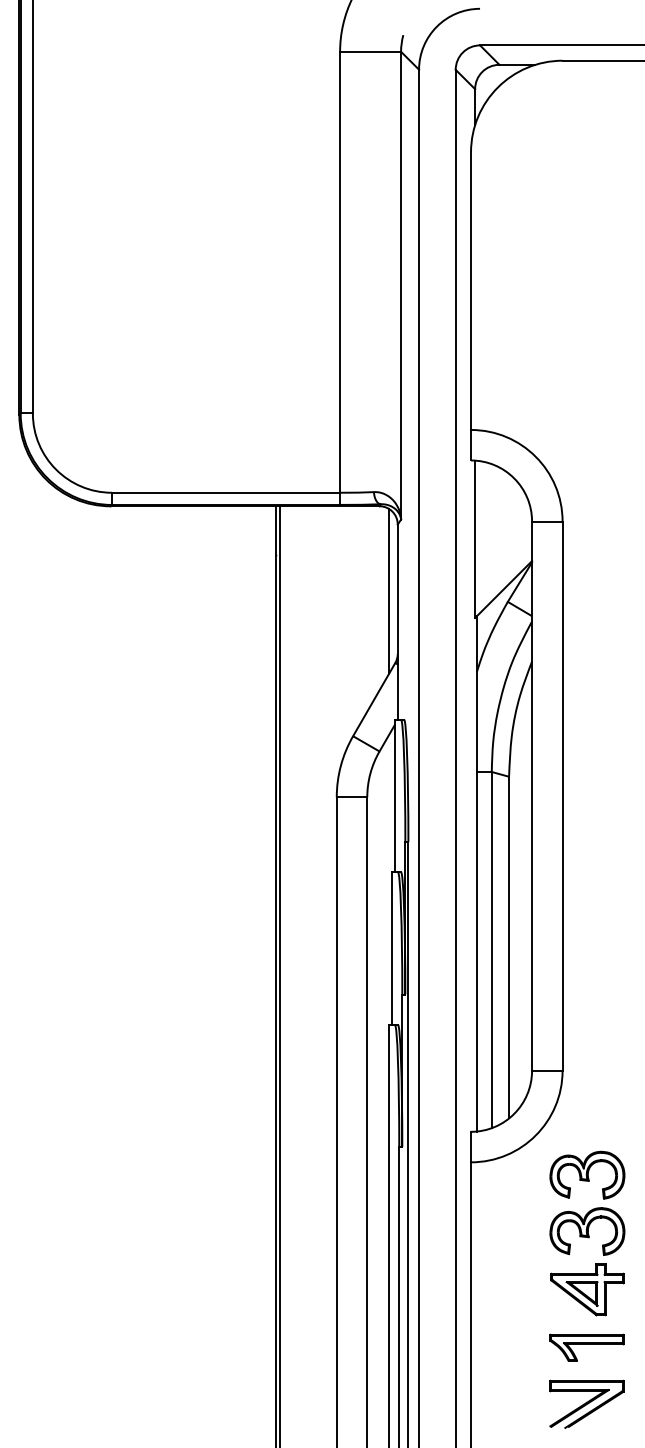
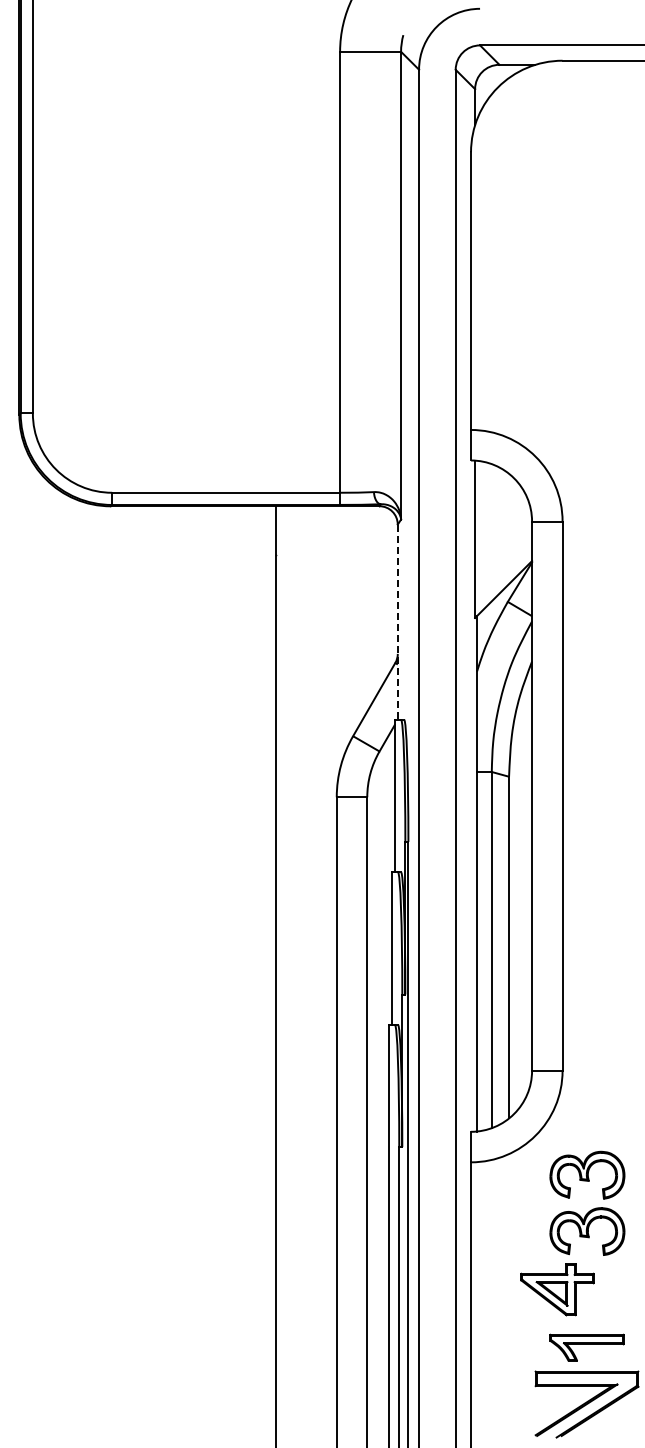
line at (388, 591): present -> none
line at (397, 622): solid -> dashed
line at (279, 975): present -> none
part at (587, 1289) position: (587, 1289) -> (557, 1289)
part at (586, 1403) size: 76x50 px -> 106x69 px
